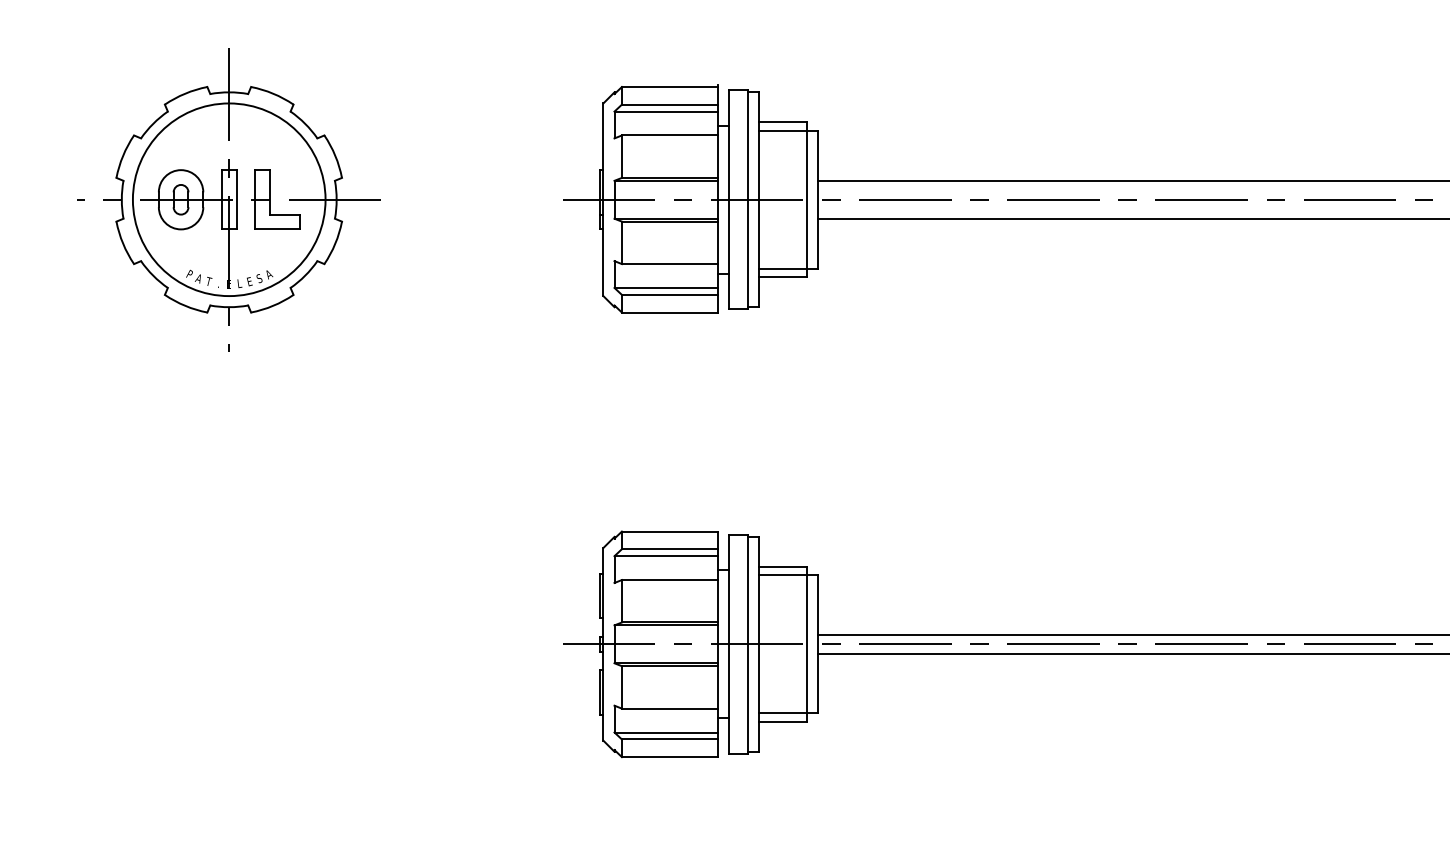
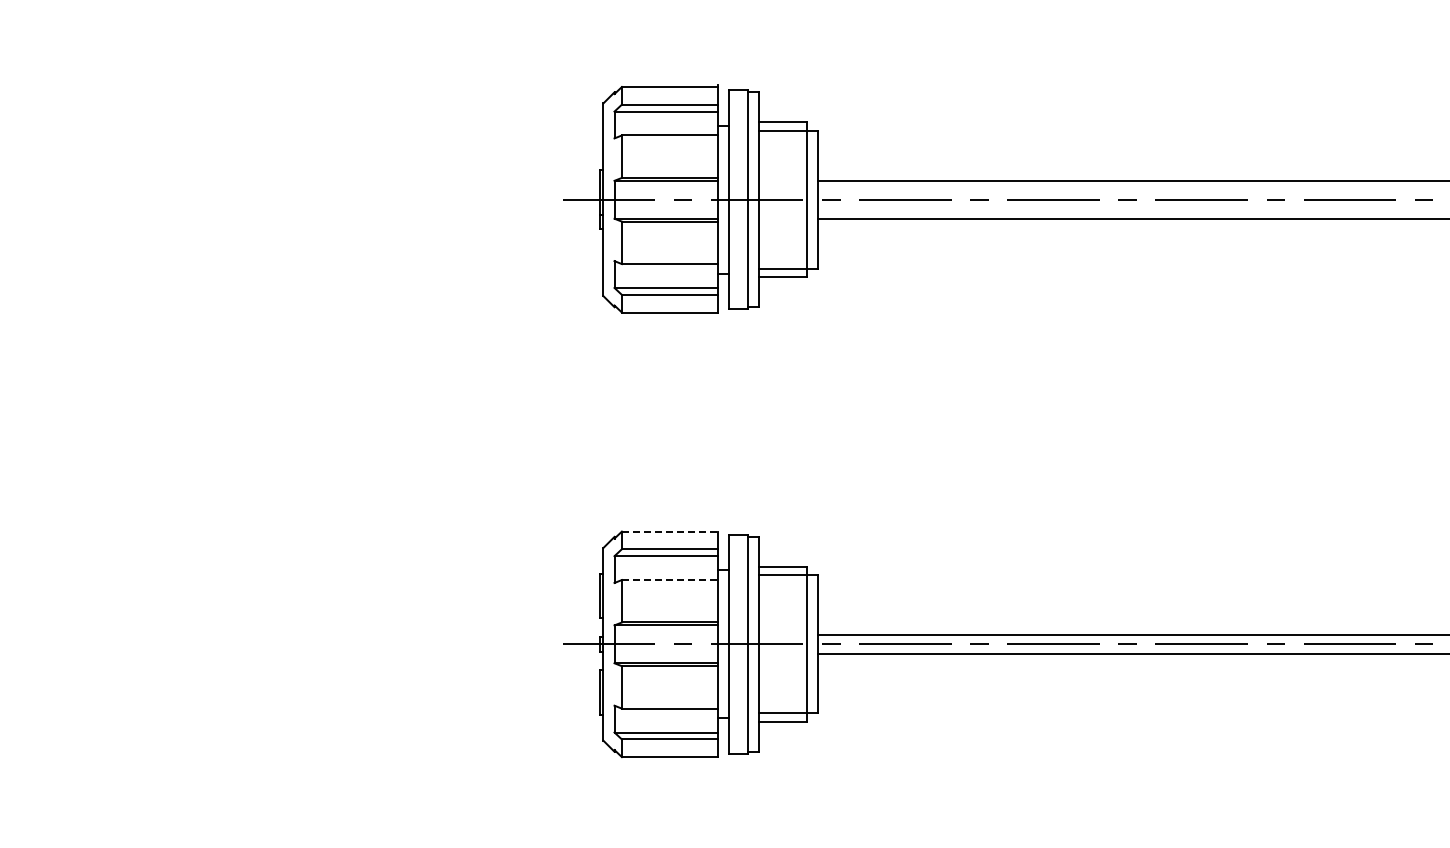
part at (228, 199): present -> none
line at (670, 531): solid -> dashed
line at (670, 580): solid -> dashed
